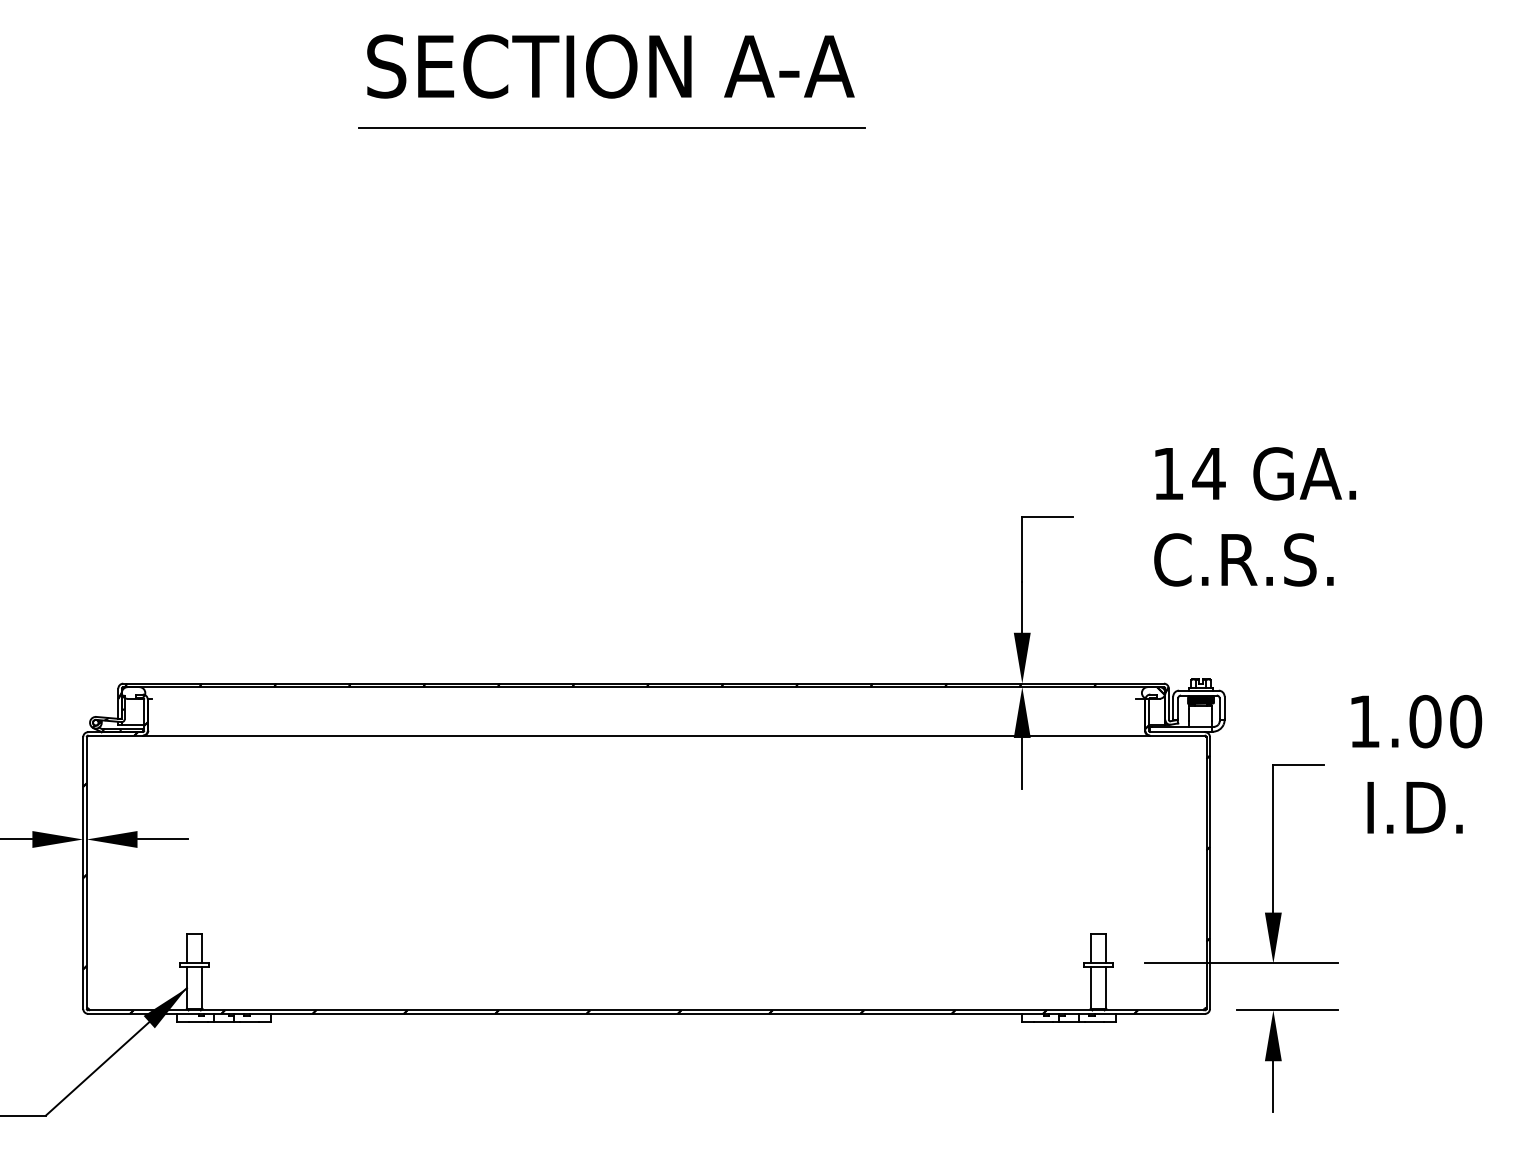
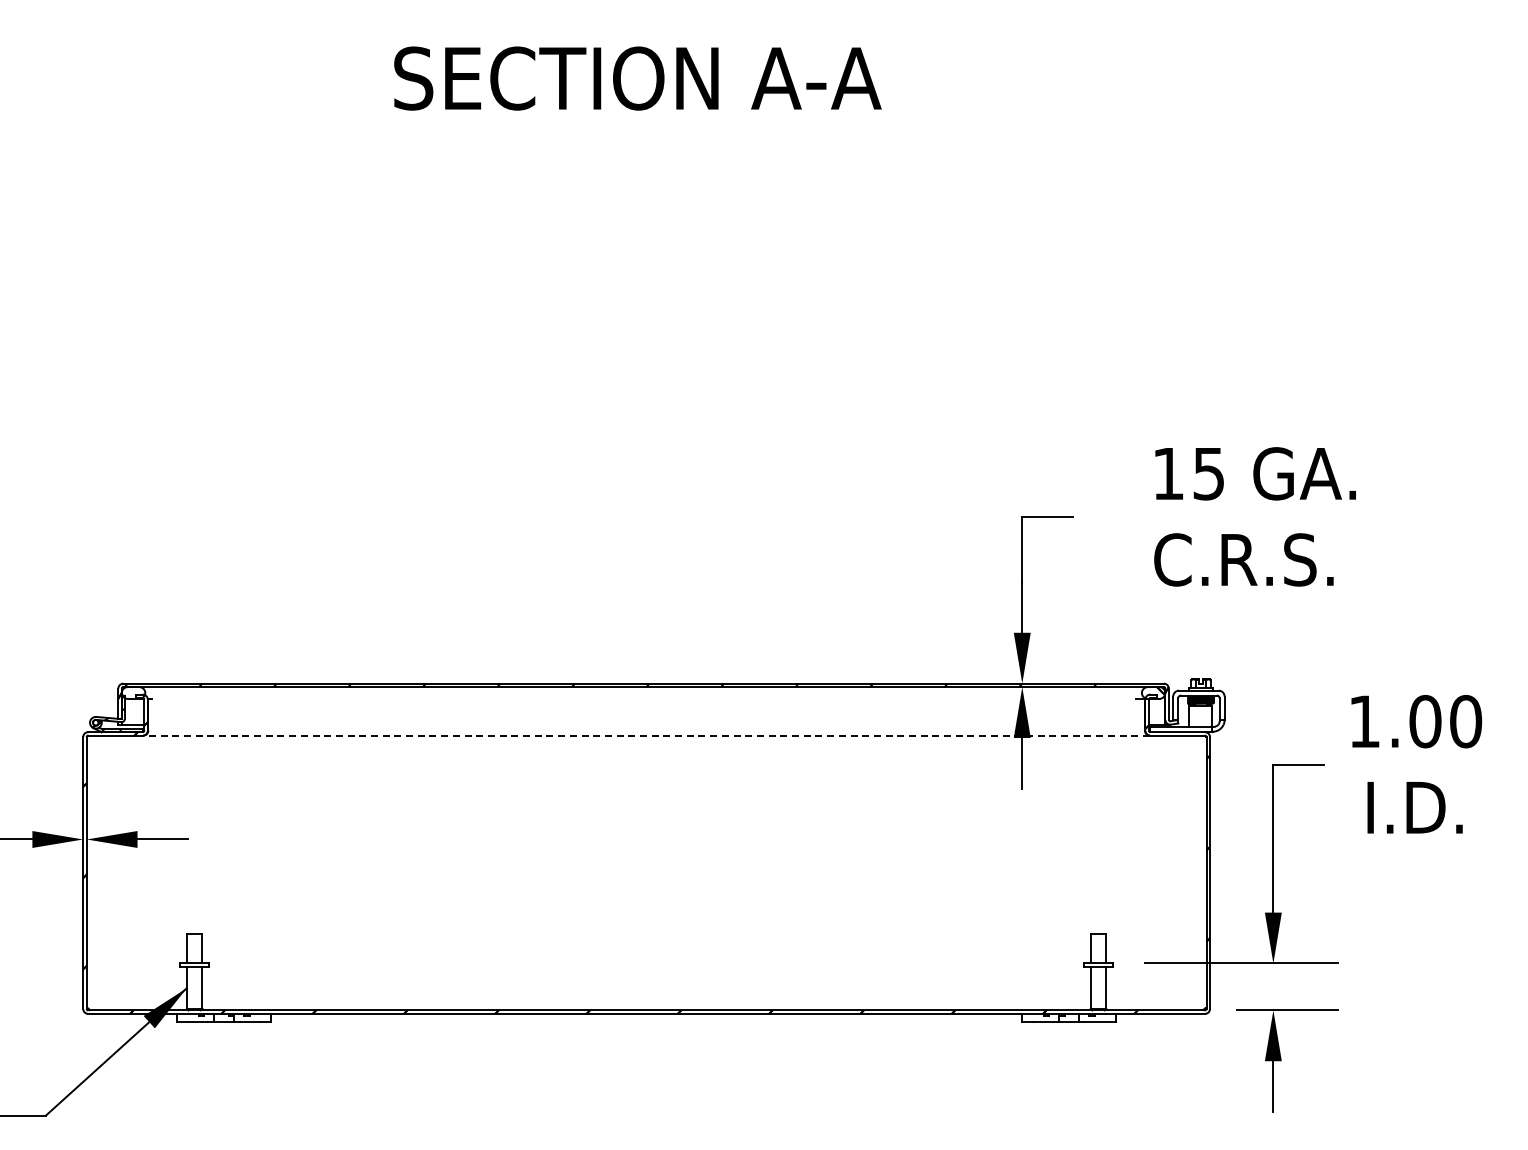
text at (610, 66) position: (610, 66) -> (637, 78)
line at (611, 127): present -> none
text at (1208, 474): 14 -> 15
line at (646, 735): solid -> dashed
